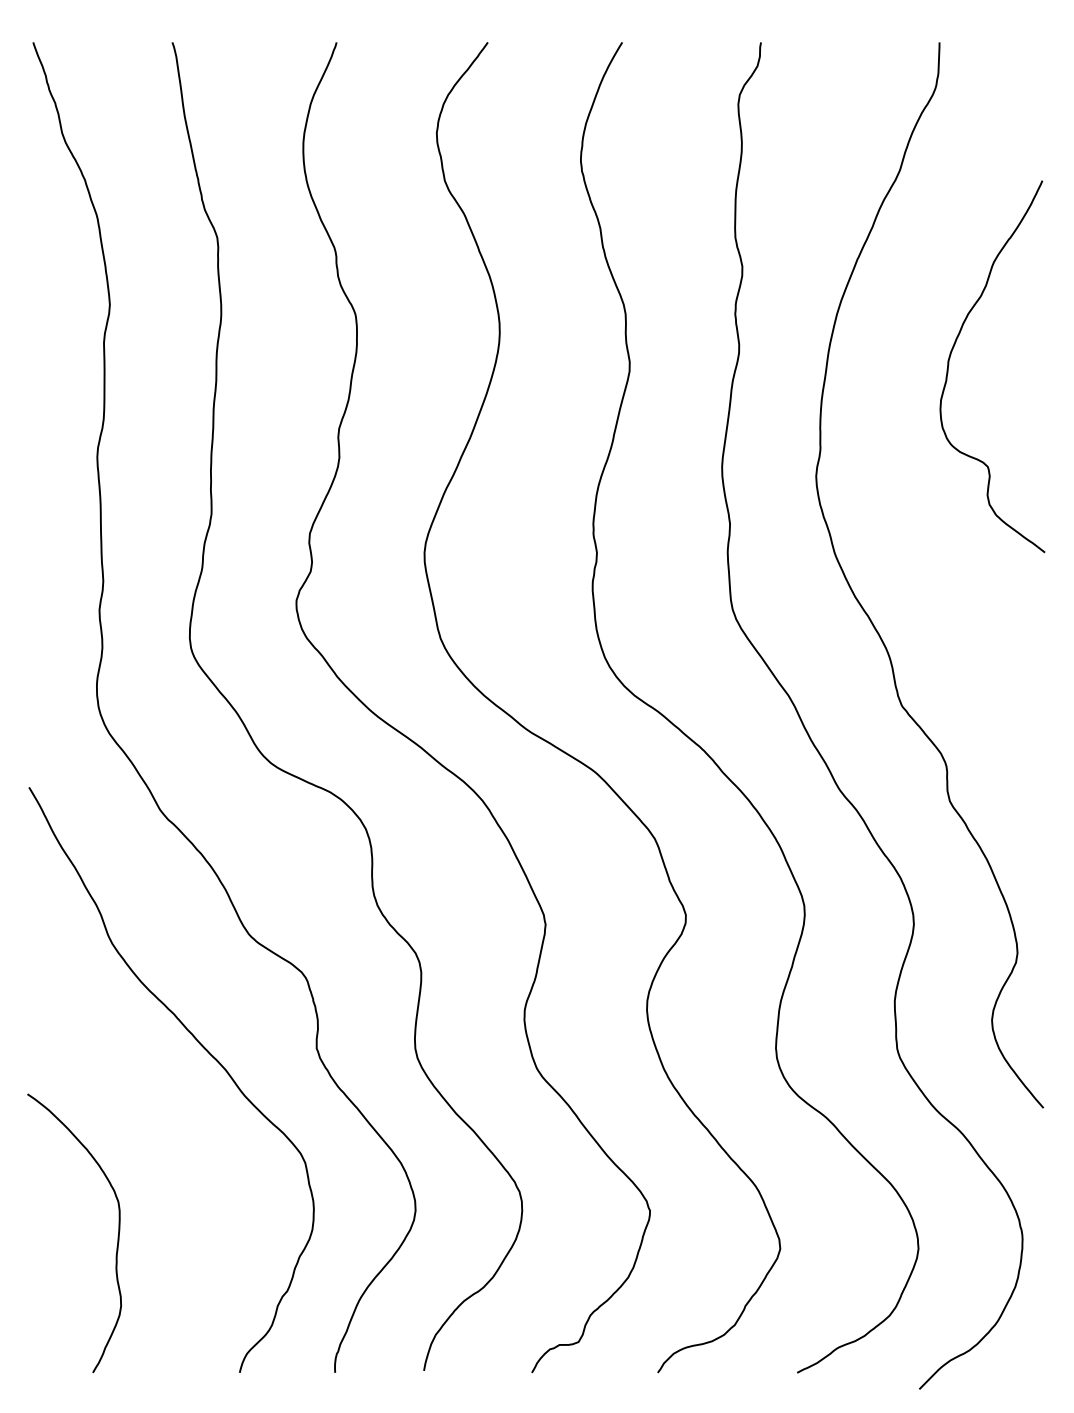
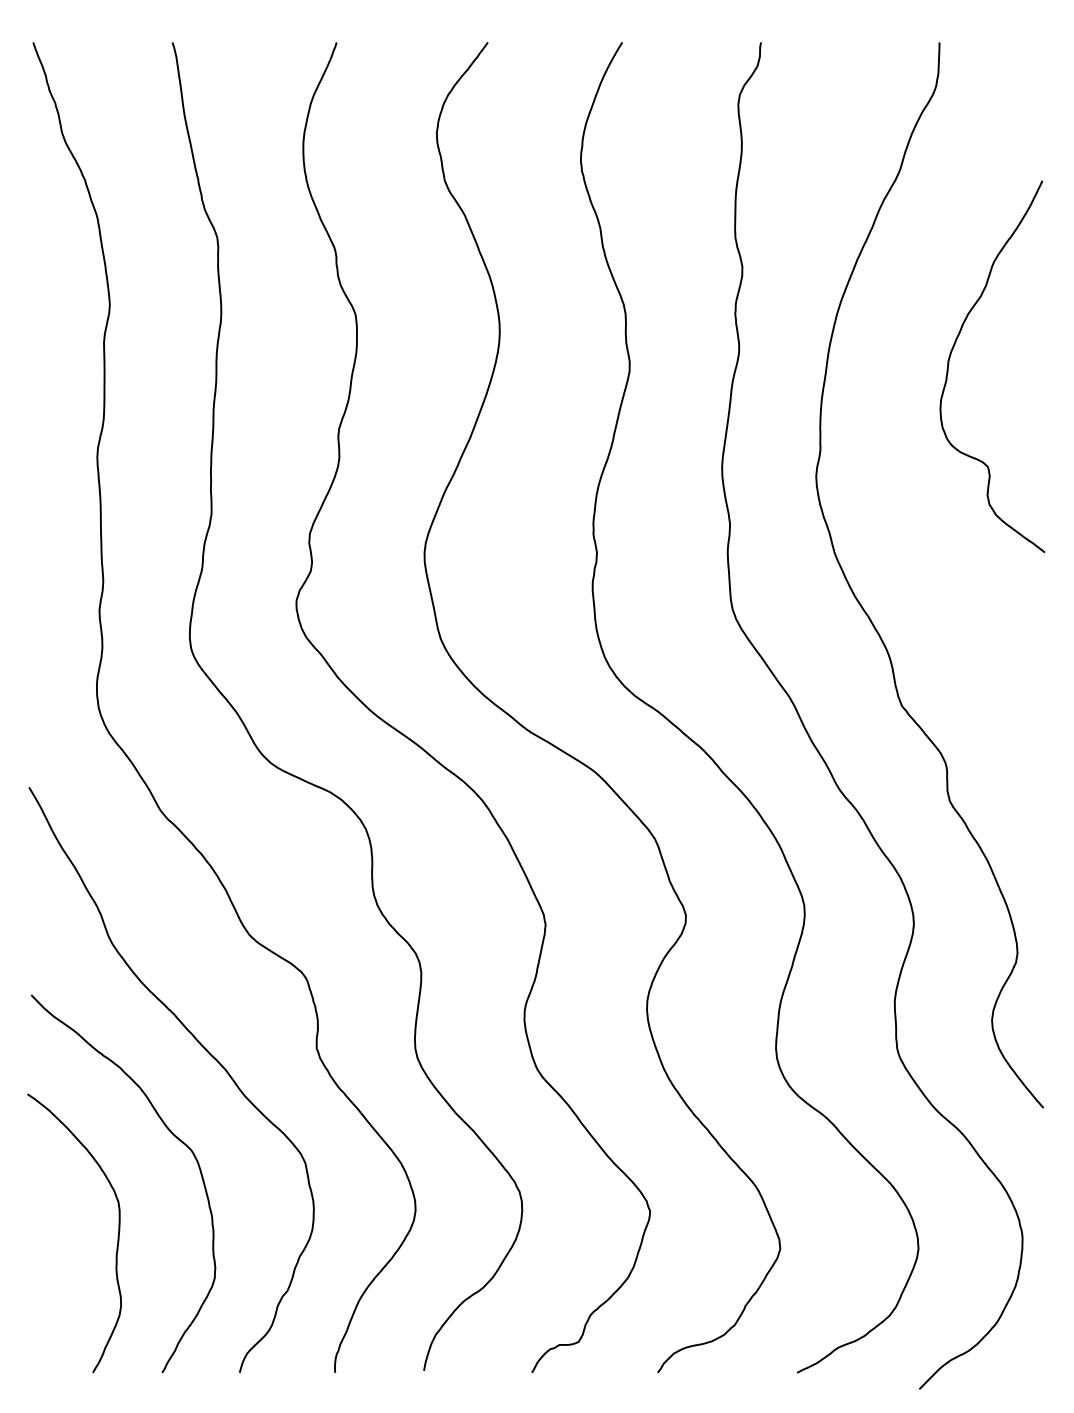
curve at (172, 1134): none -> present
